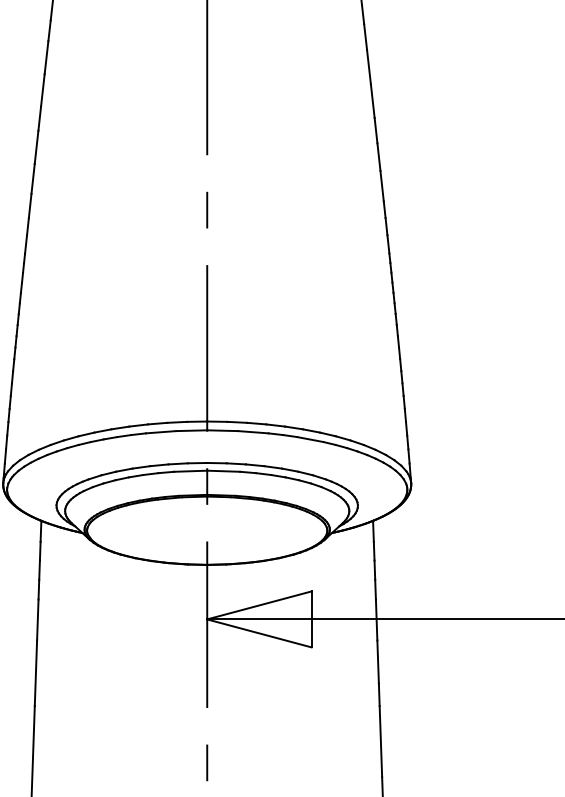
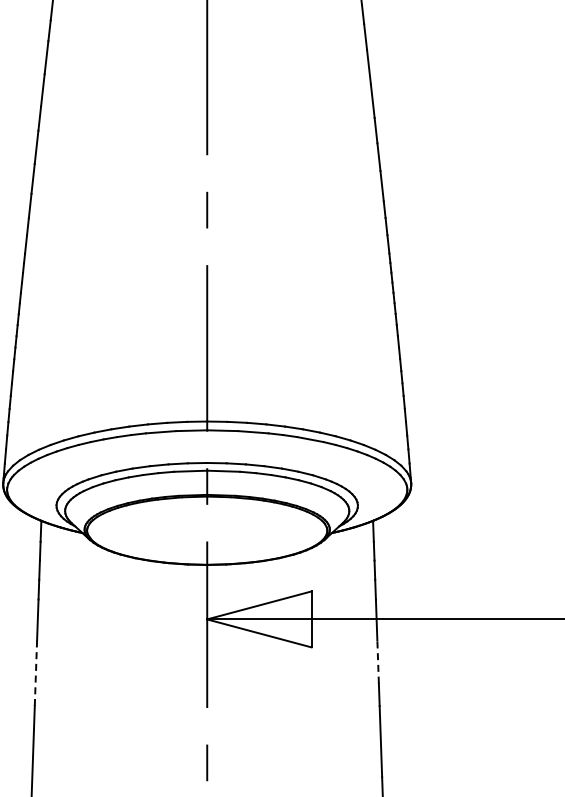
line at (378, 662): solid -> dashed
line at (35, 673): solid -> dashed
